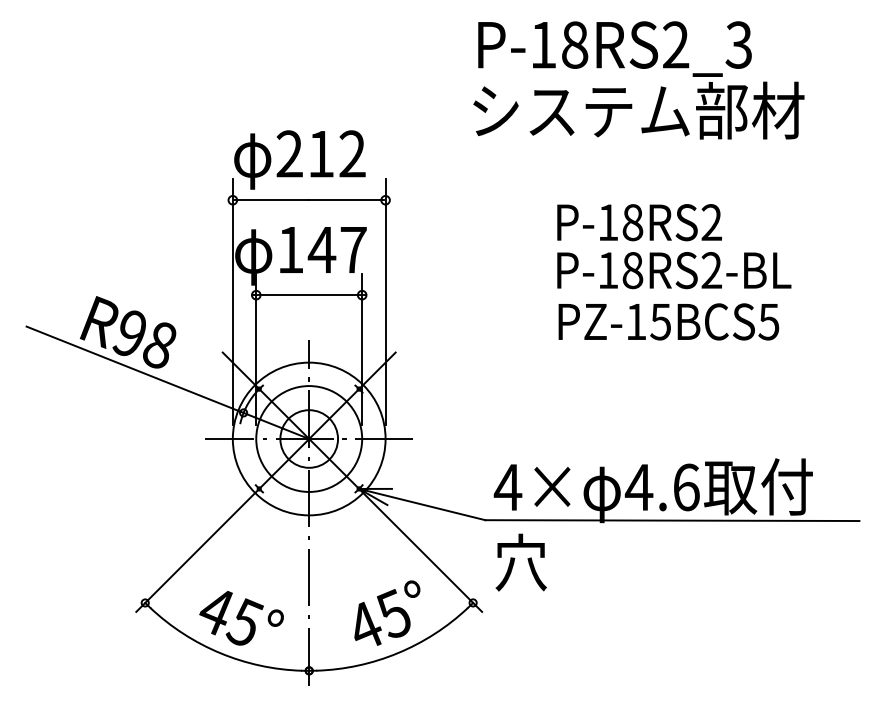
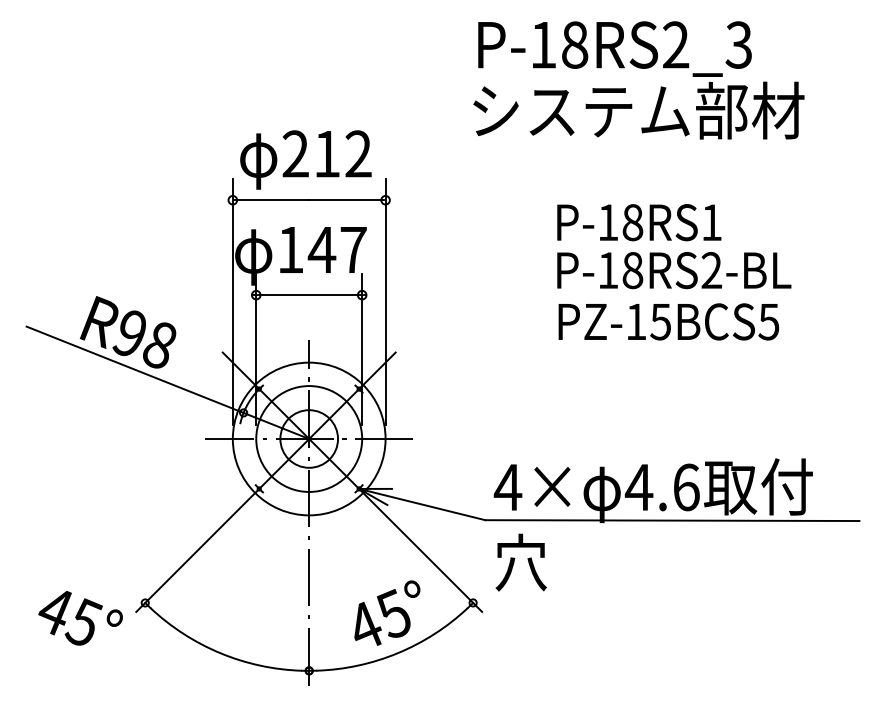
text at (299, 159) position: (299, 159) -> (305, 159)
text at (711, 222): P-18RS2 -> P-18RS1
text at (241, 618) position: (241, 618) -> (80, 618)
